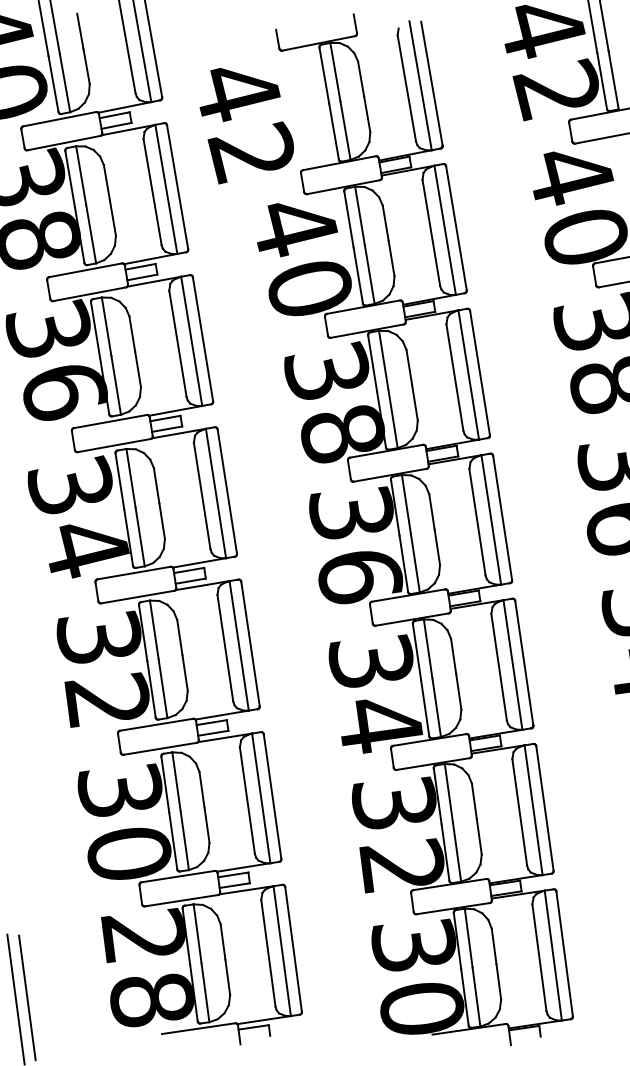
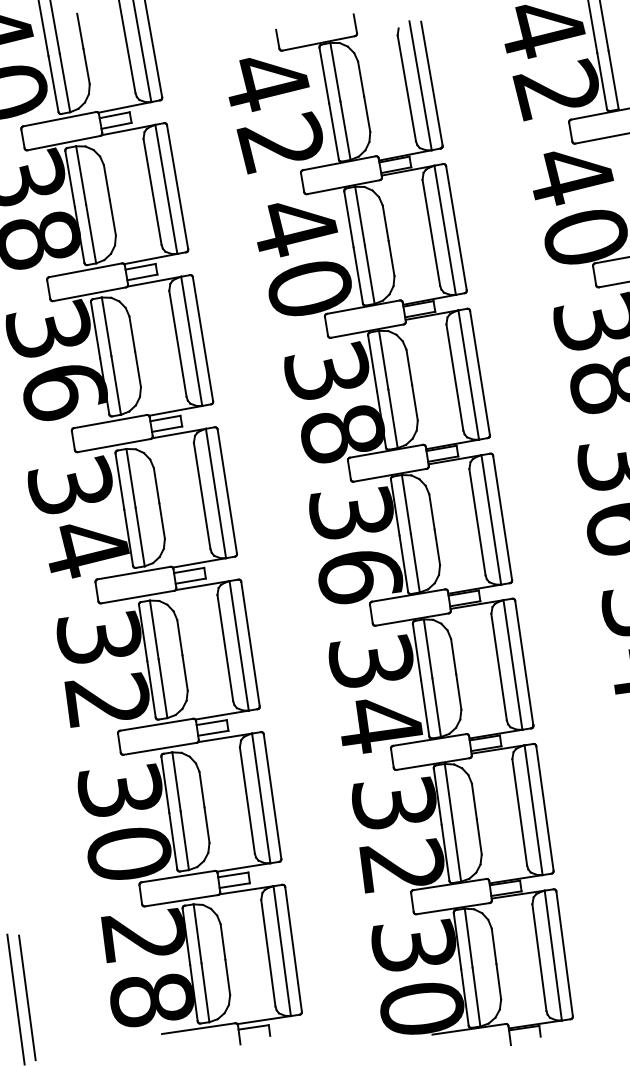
text at (246, 126) position: (246, 126) -> (275, 116)
